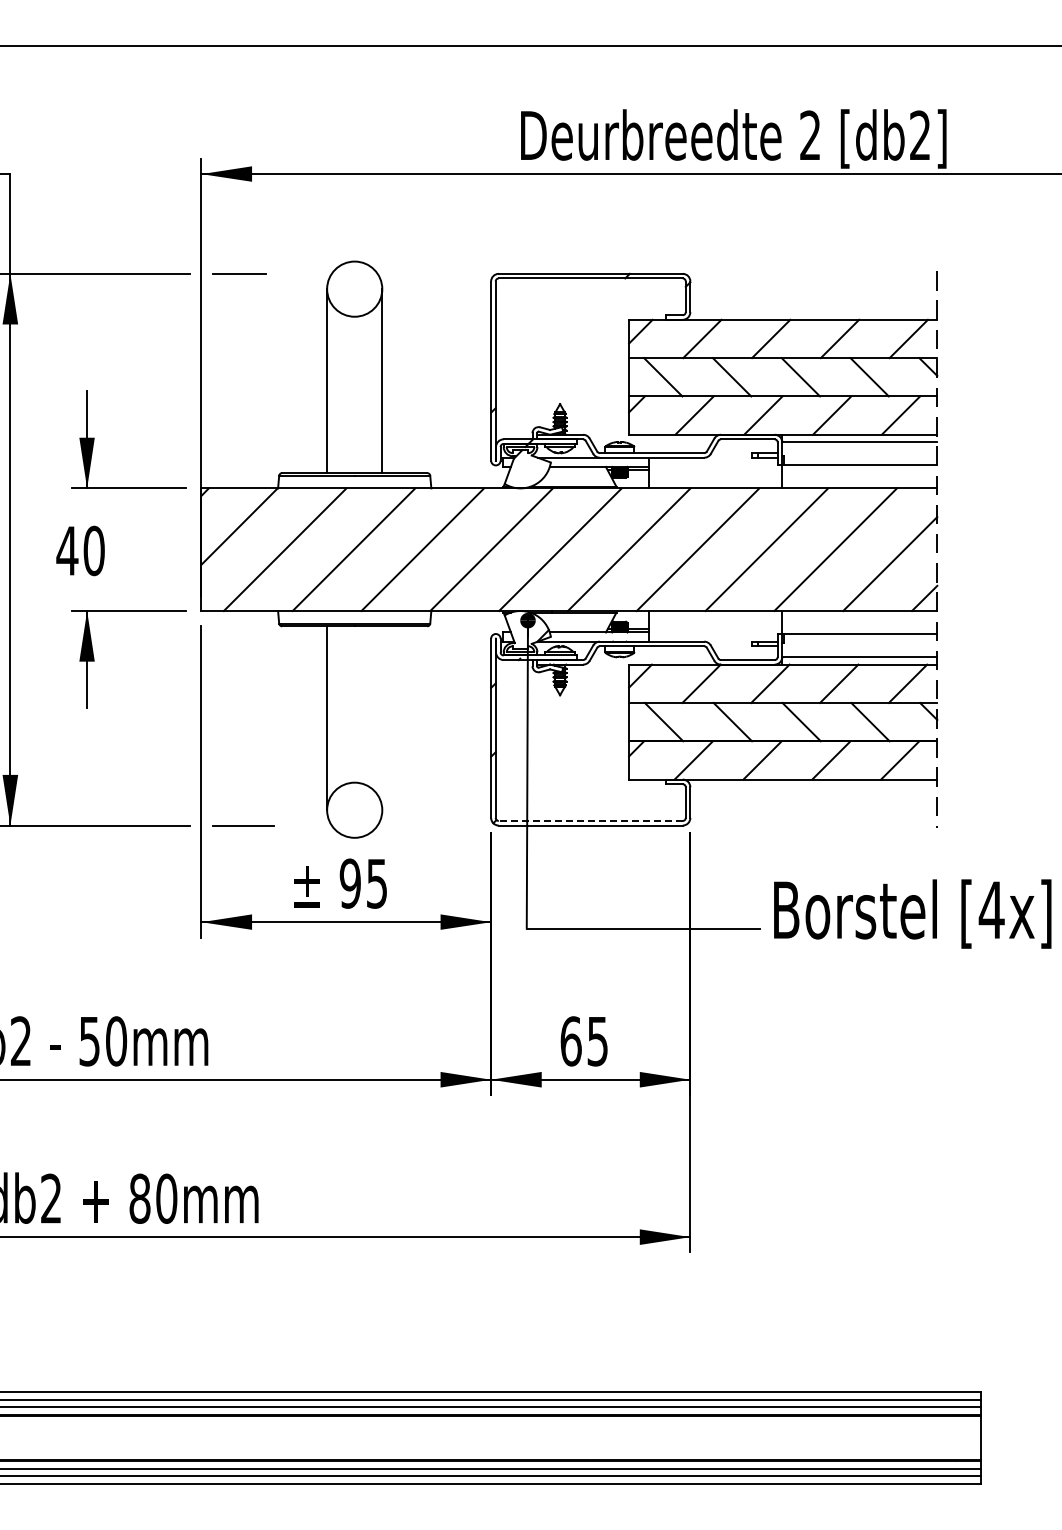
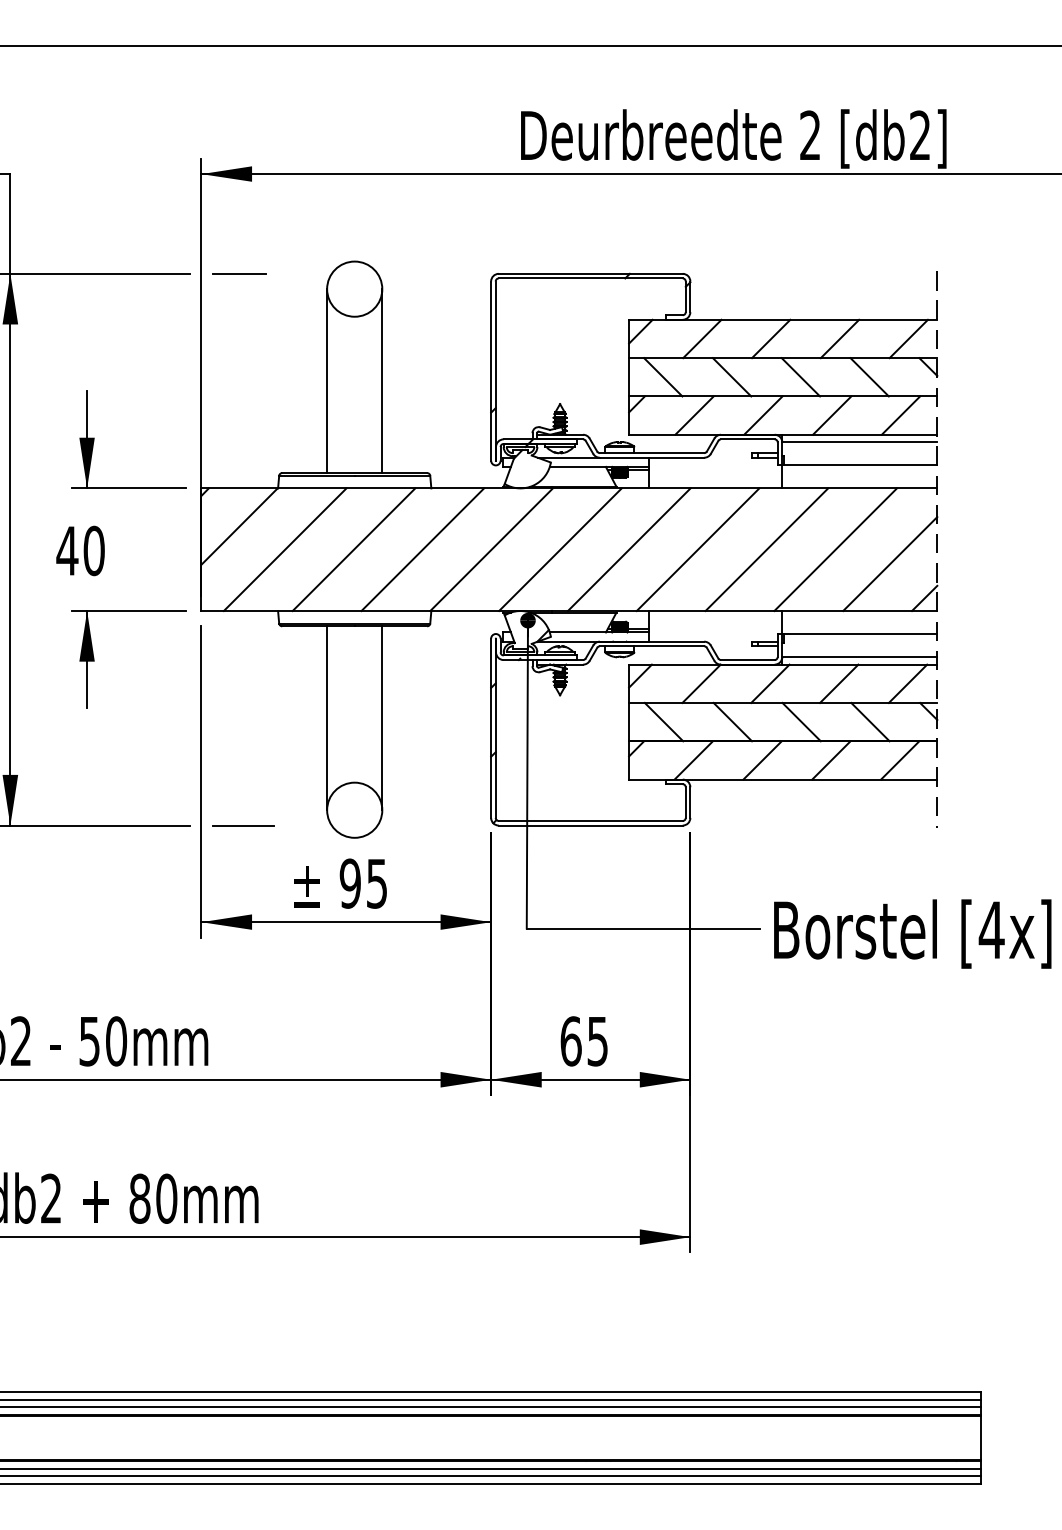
line at (382, 718): none -> present
line at (590, 820): dashed -> solid
text at (912, 913) position: (912, 913) -> (912, 933)
